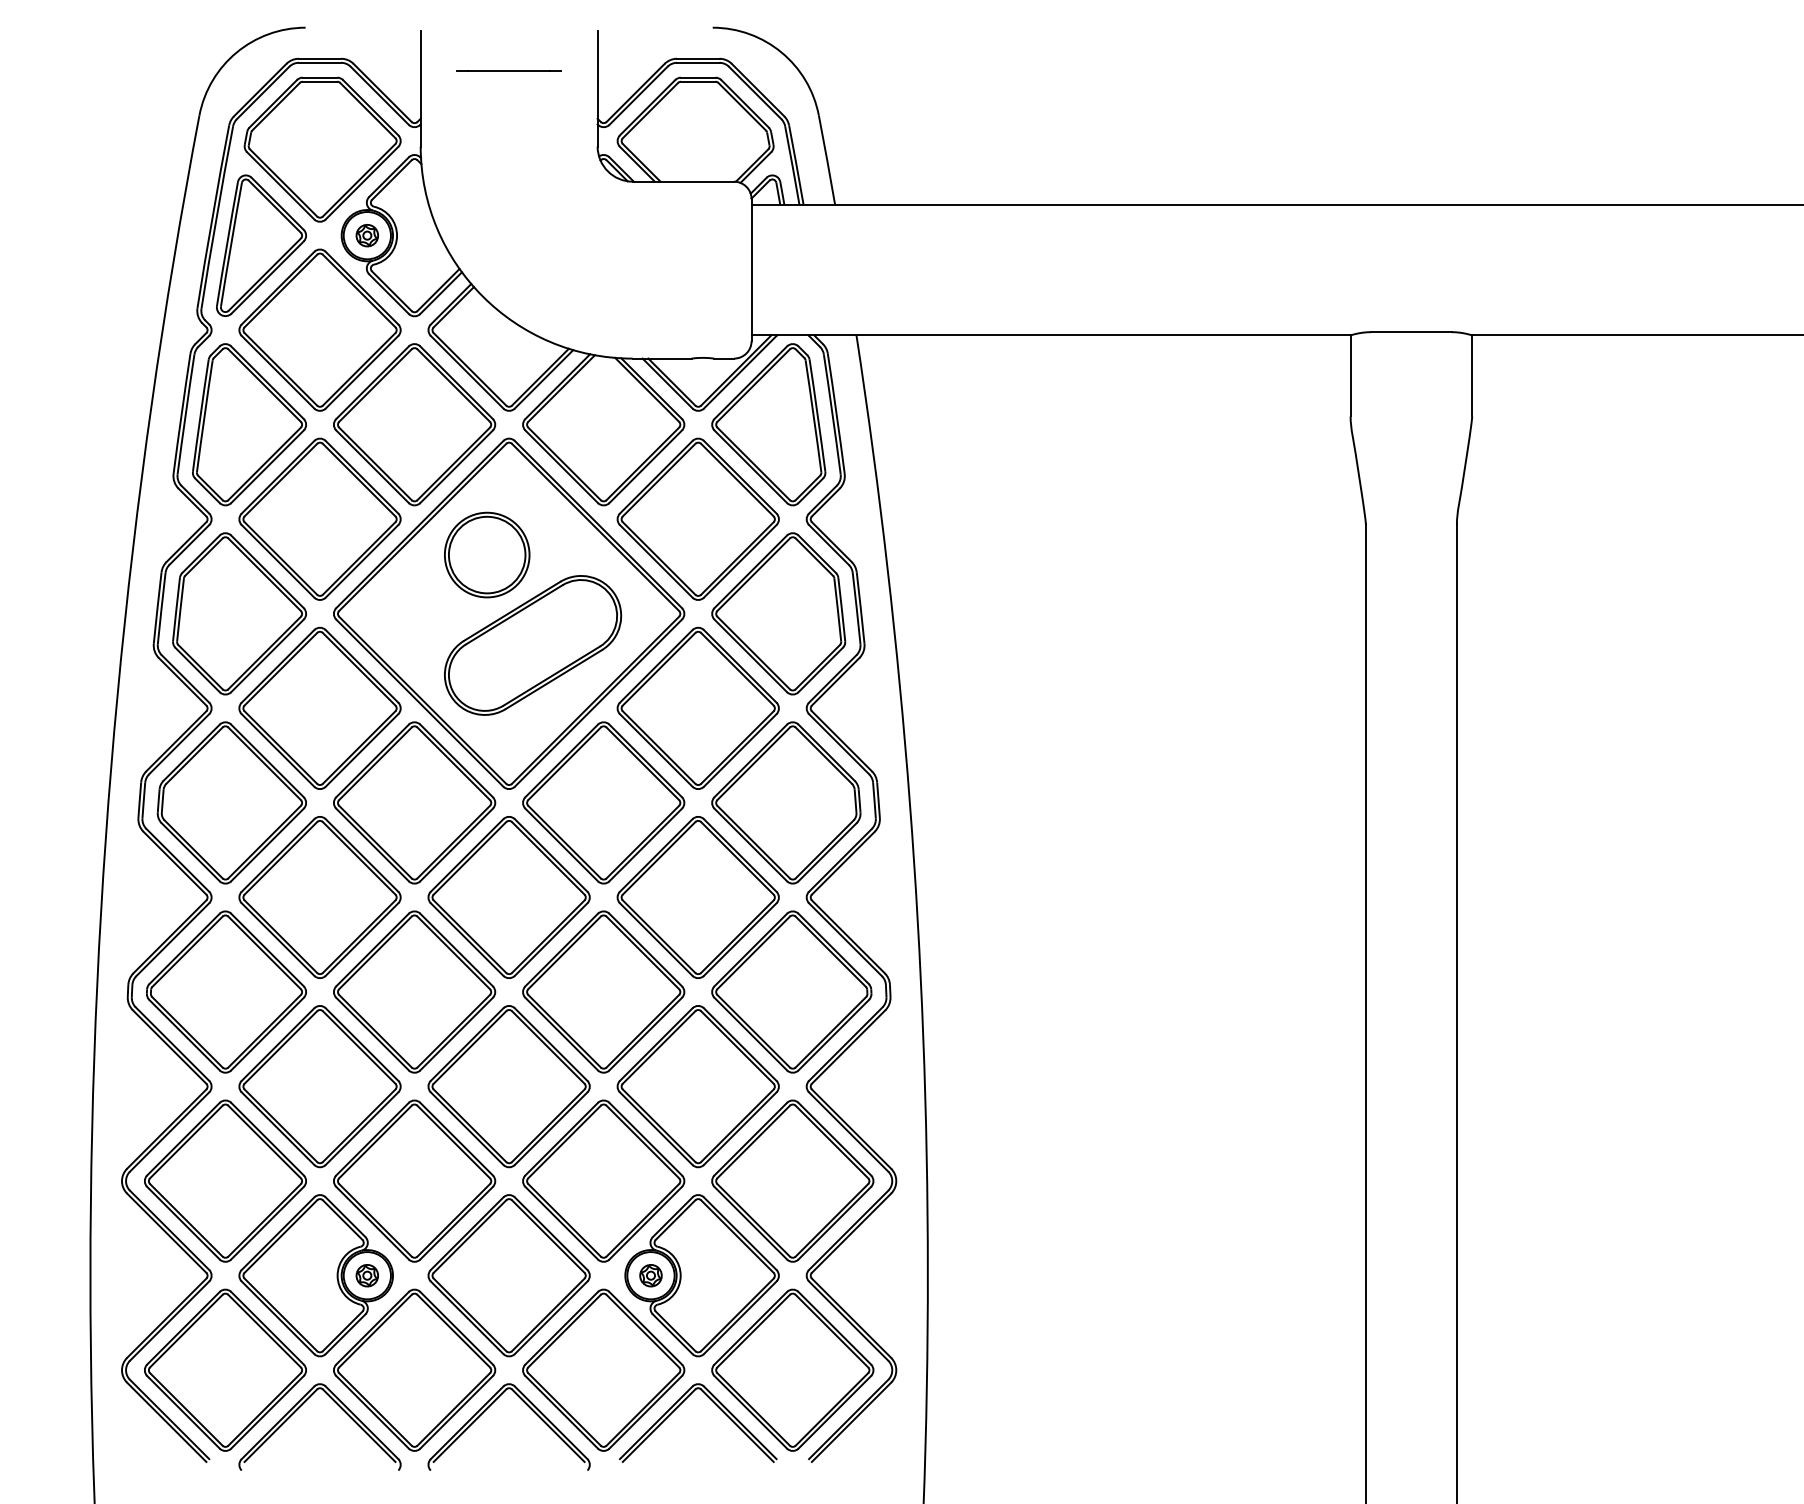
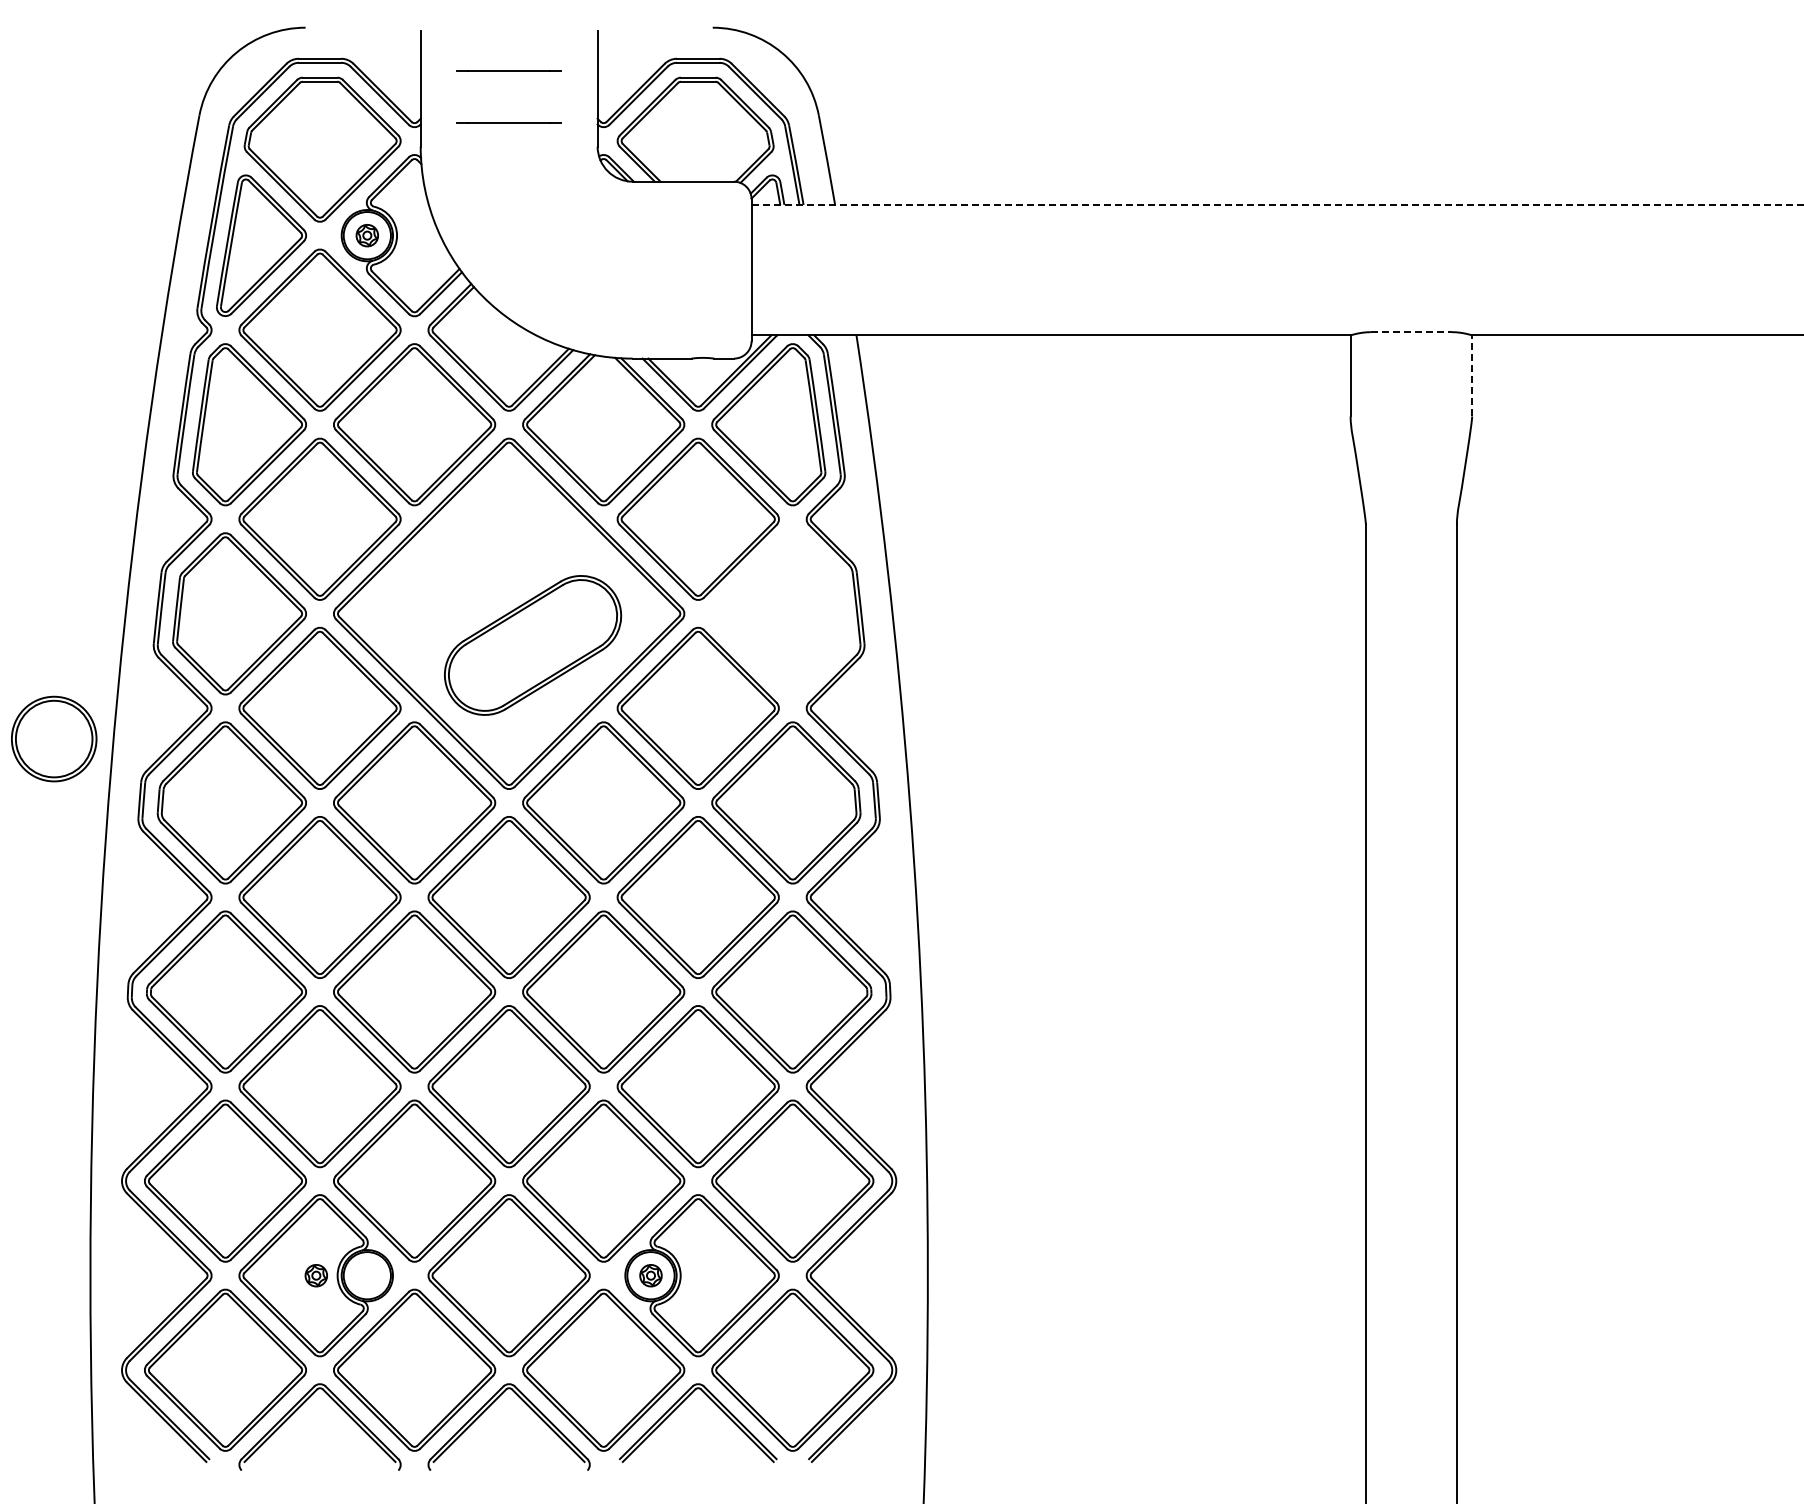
line at (508, 122): none -> present
line at (1277, 204): solid -> dashed
line at (1411, 332): solid -> dashed
line at (1472, 375): solid -> dashed
part at (487, 554) position: (487, 554) -> (54, 738)
part at (778, 613): present -> none
part at (366, 1275) position: (366, 1275) -> (315, 1275)
